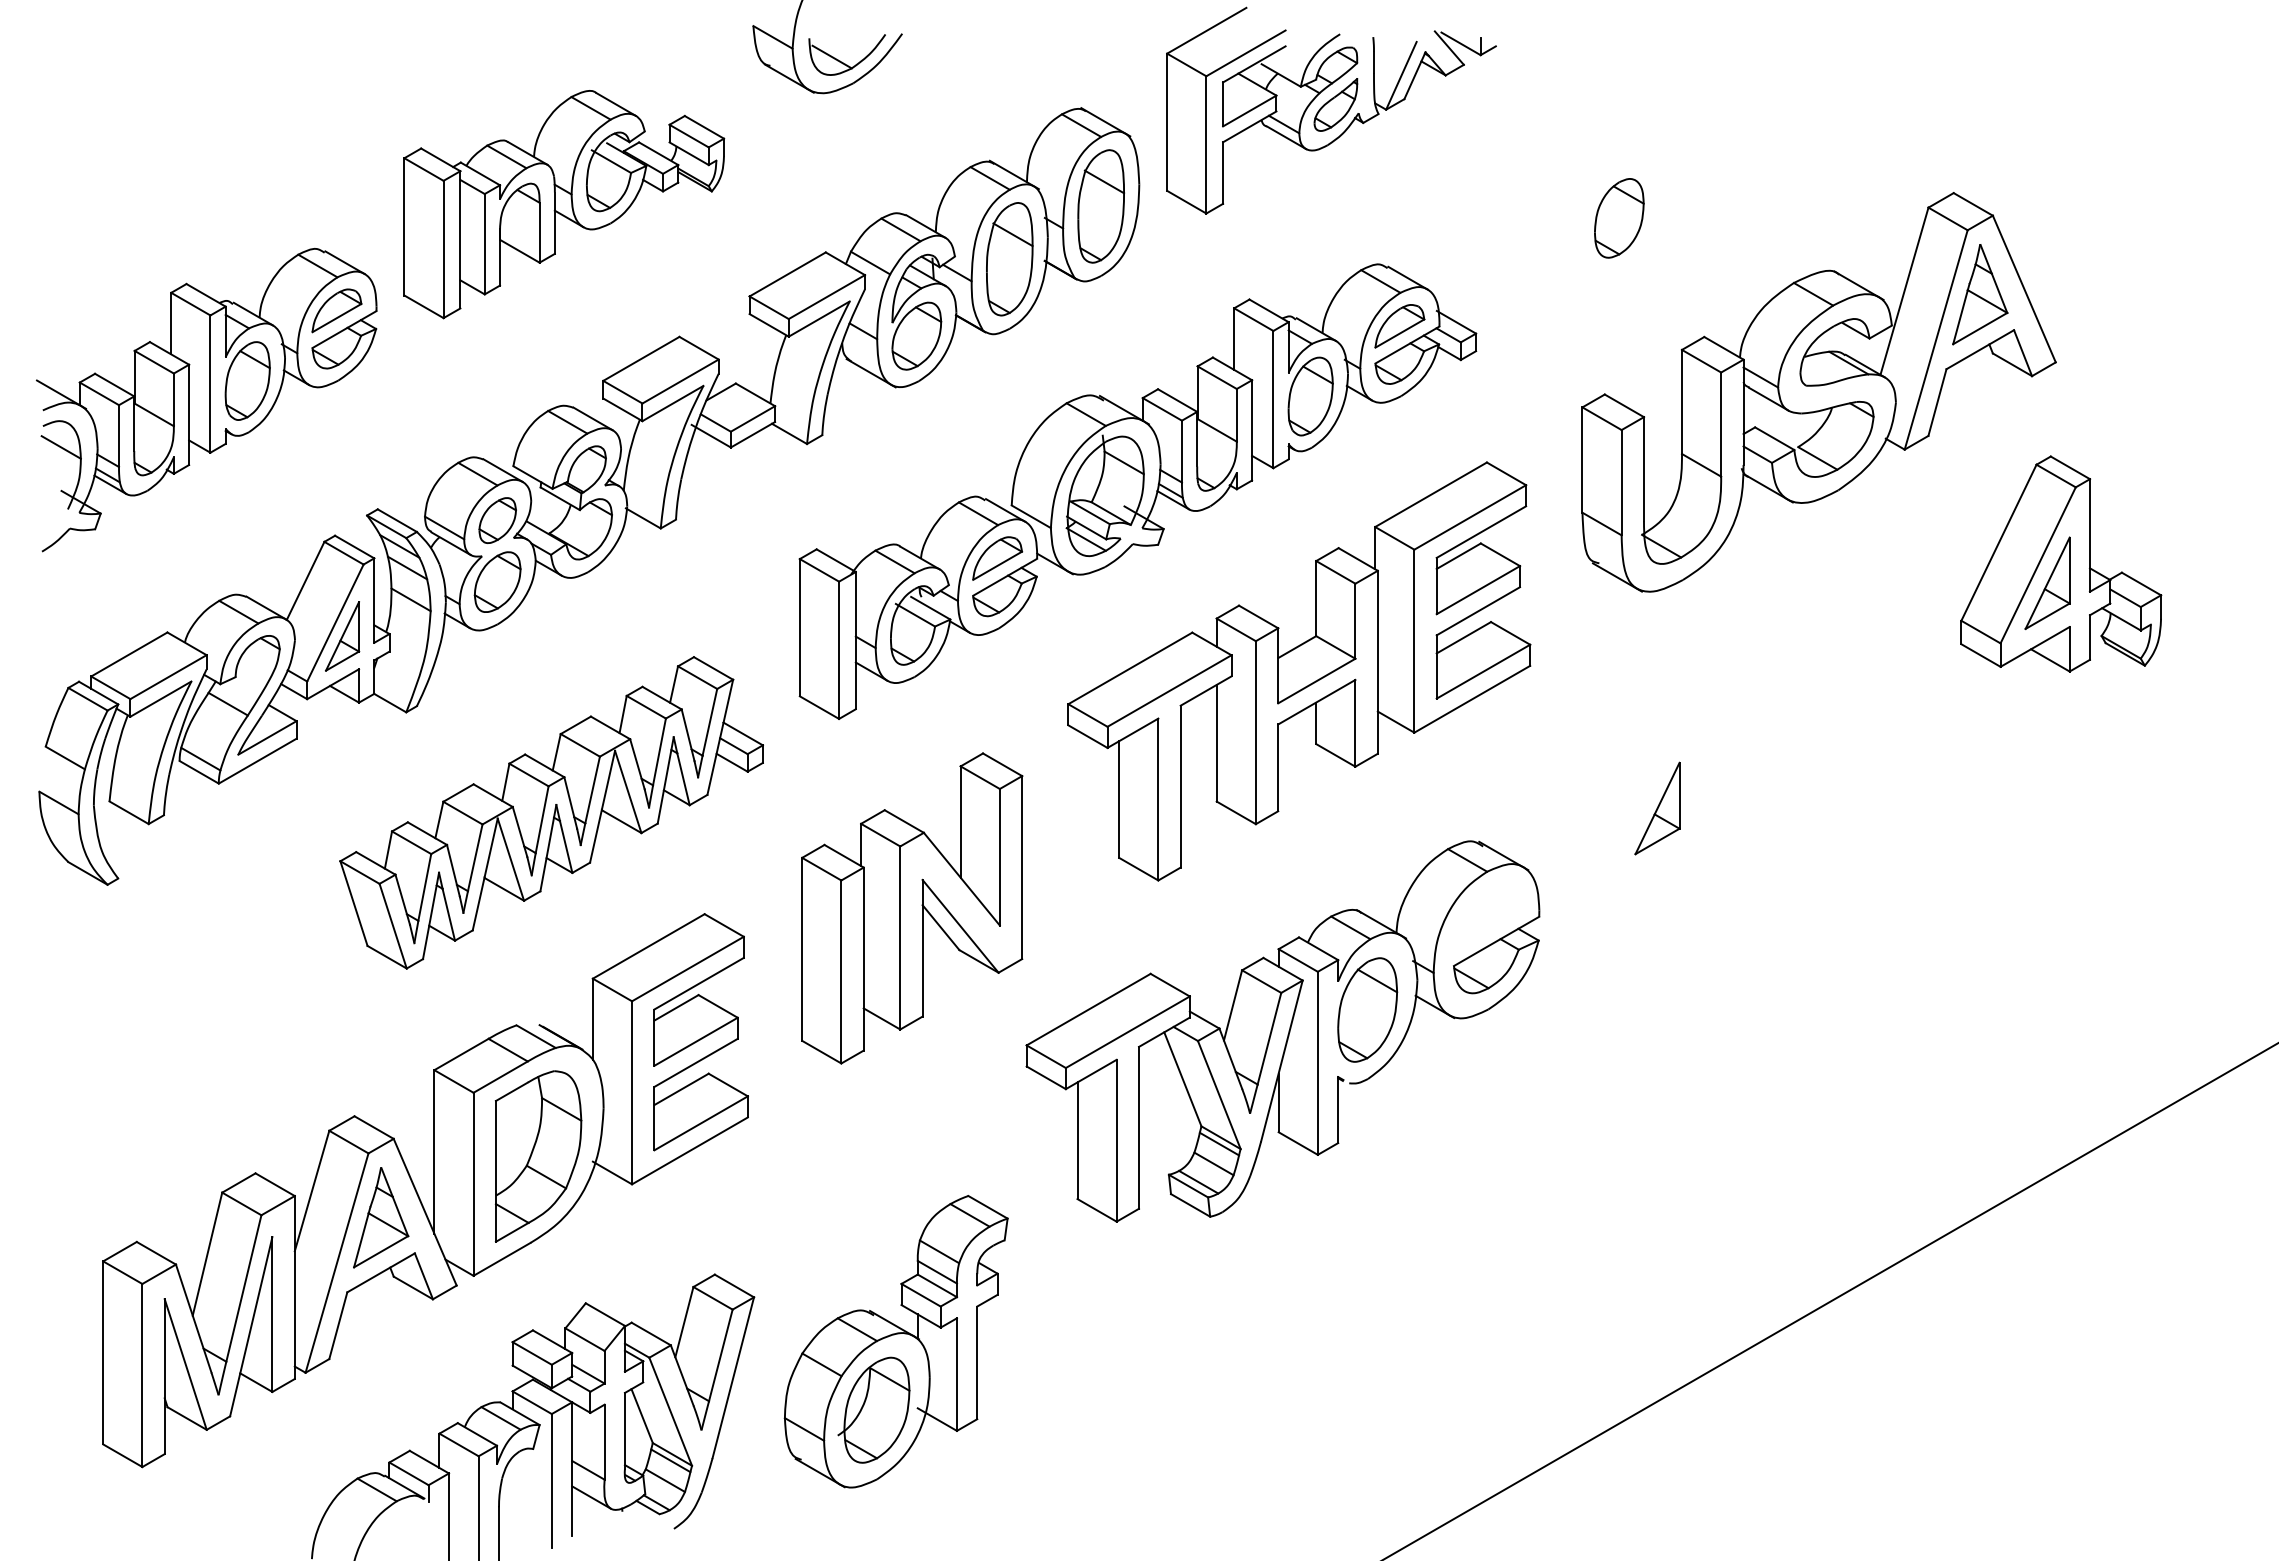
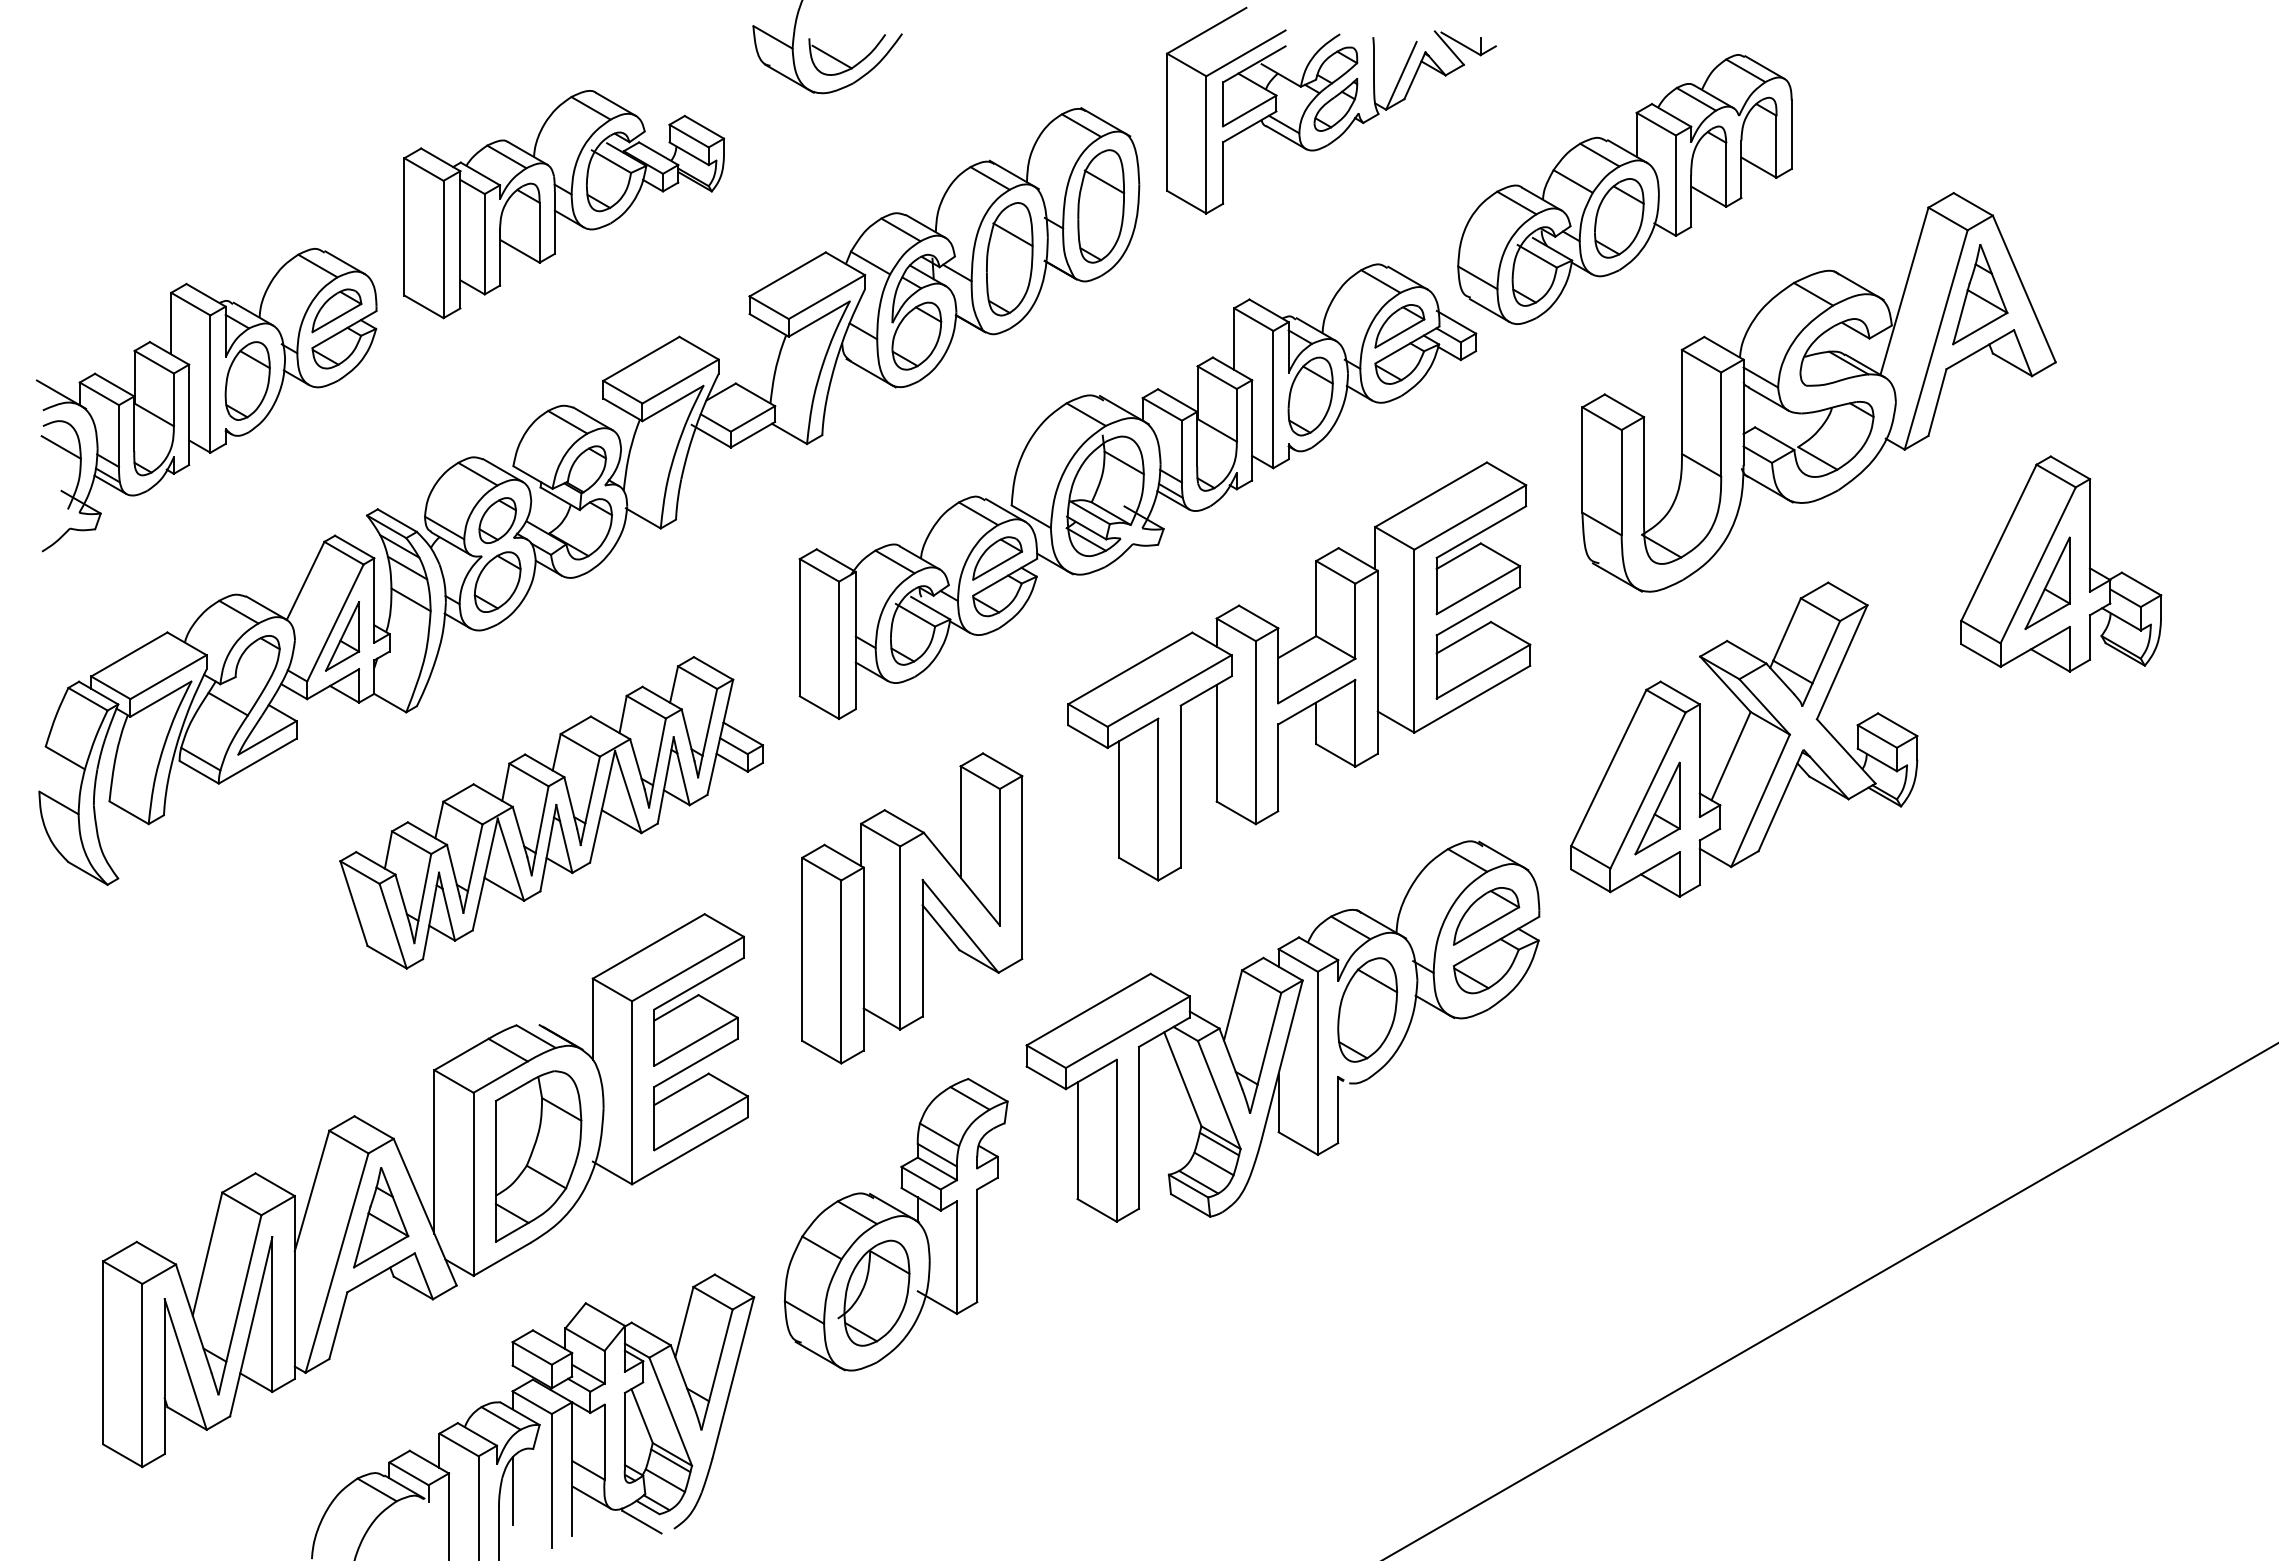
part at (1624, 189): none -> present
part at (1744, 739): none -> present
part at (1486, 916): none -> present
part at (895, 1341) position: (895, 1341) -> (895, 1224)
line at (512, 1491): none -> present
line at (641, 1521): none -> present
